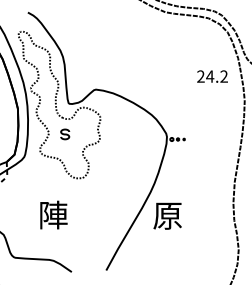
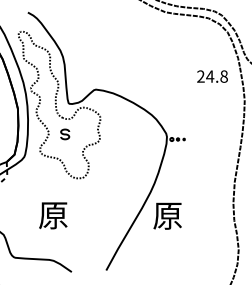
text at (223, 76): 24.2 -> 24.8
text at (53, 214): 陣 -> 原
